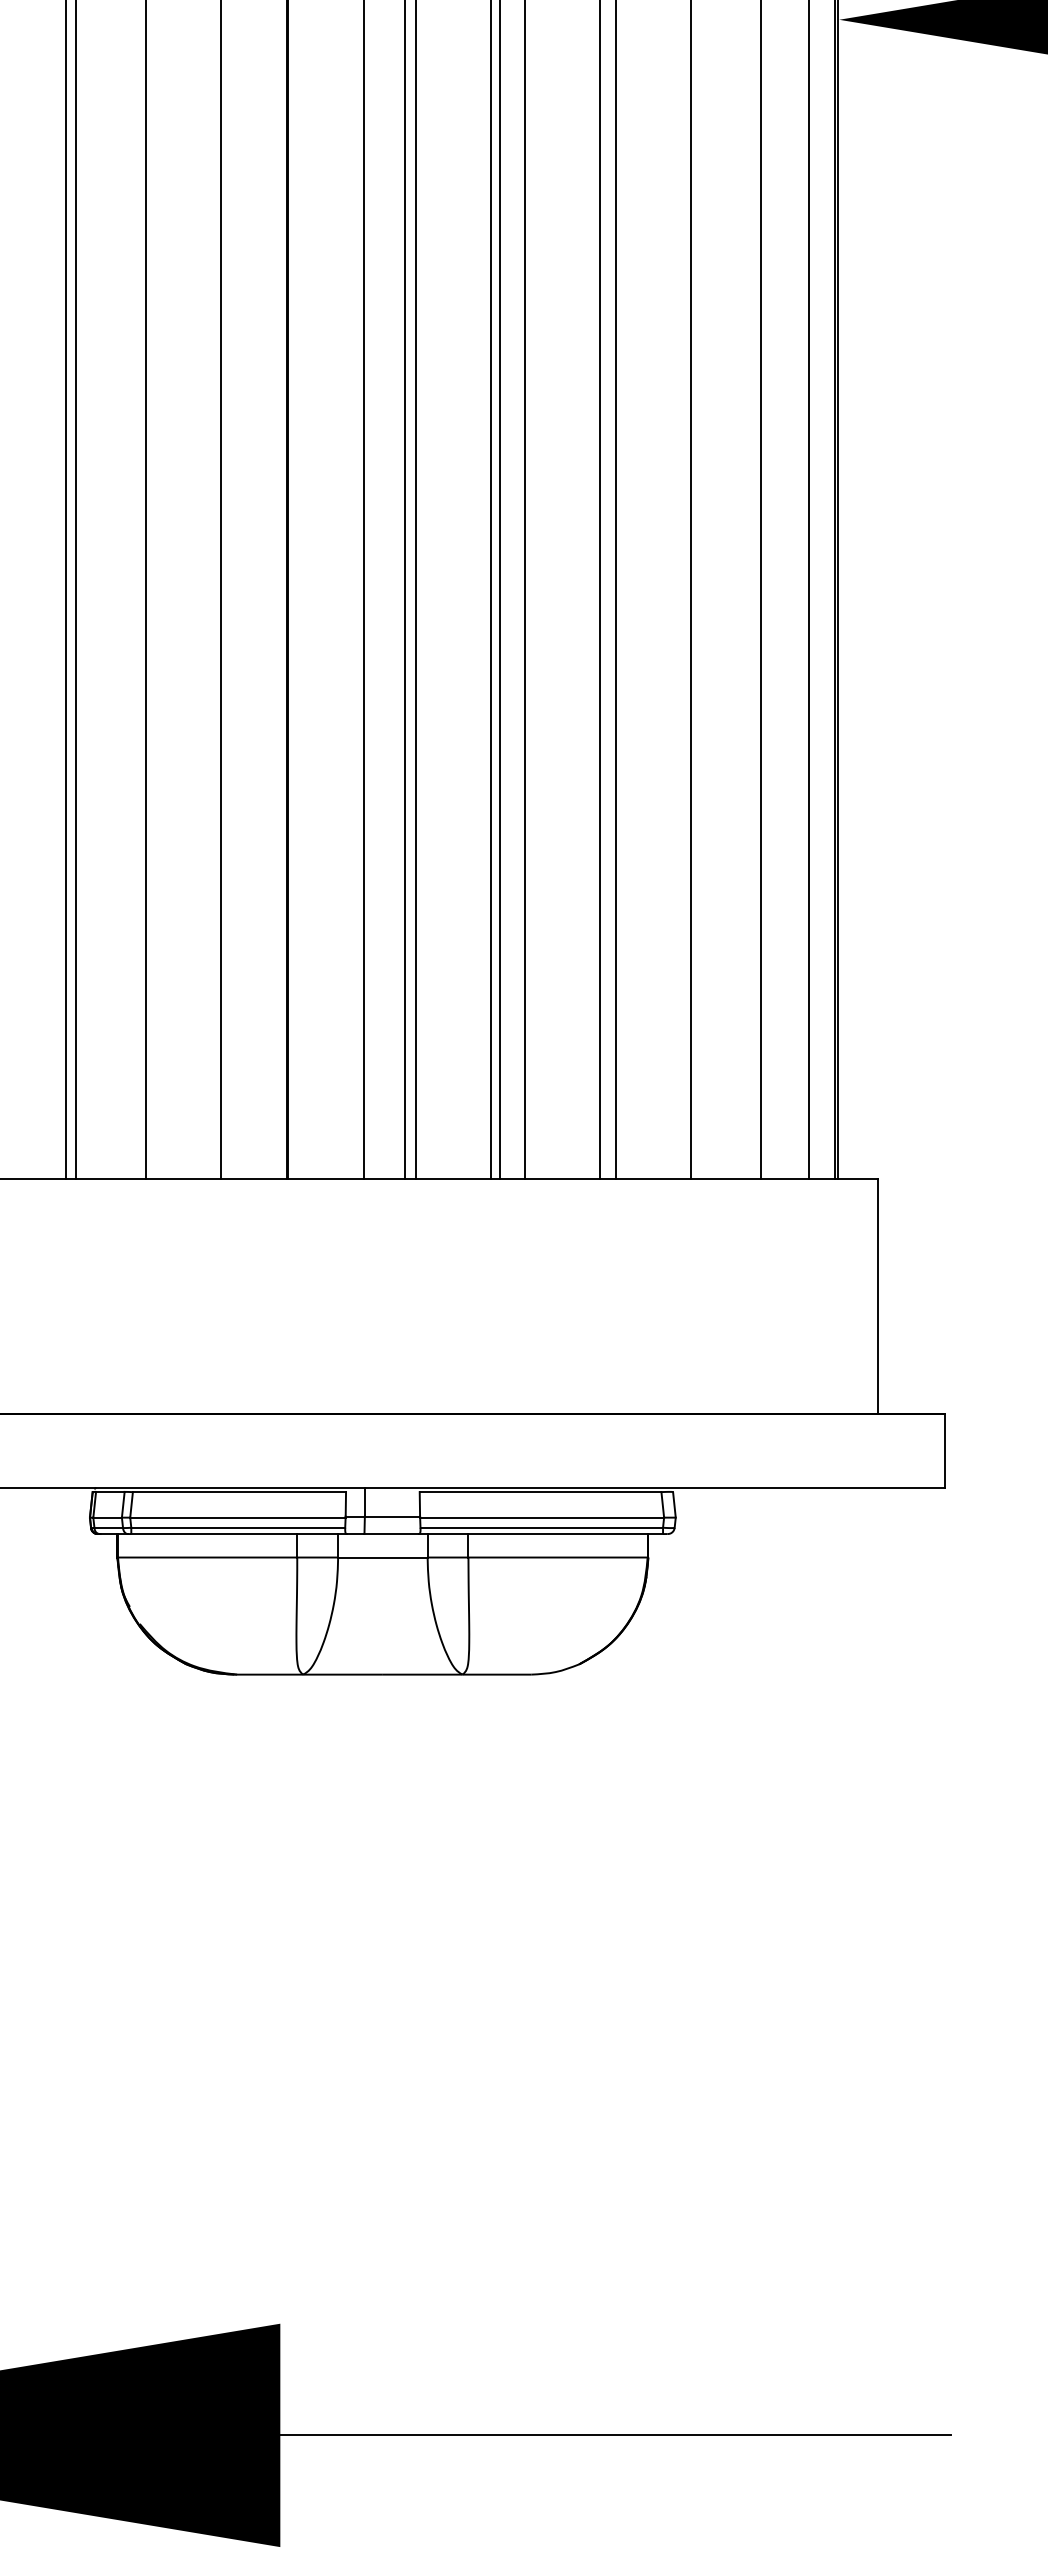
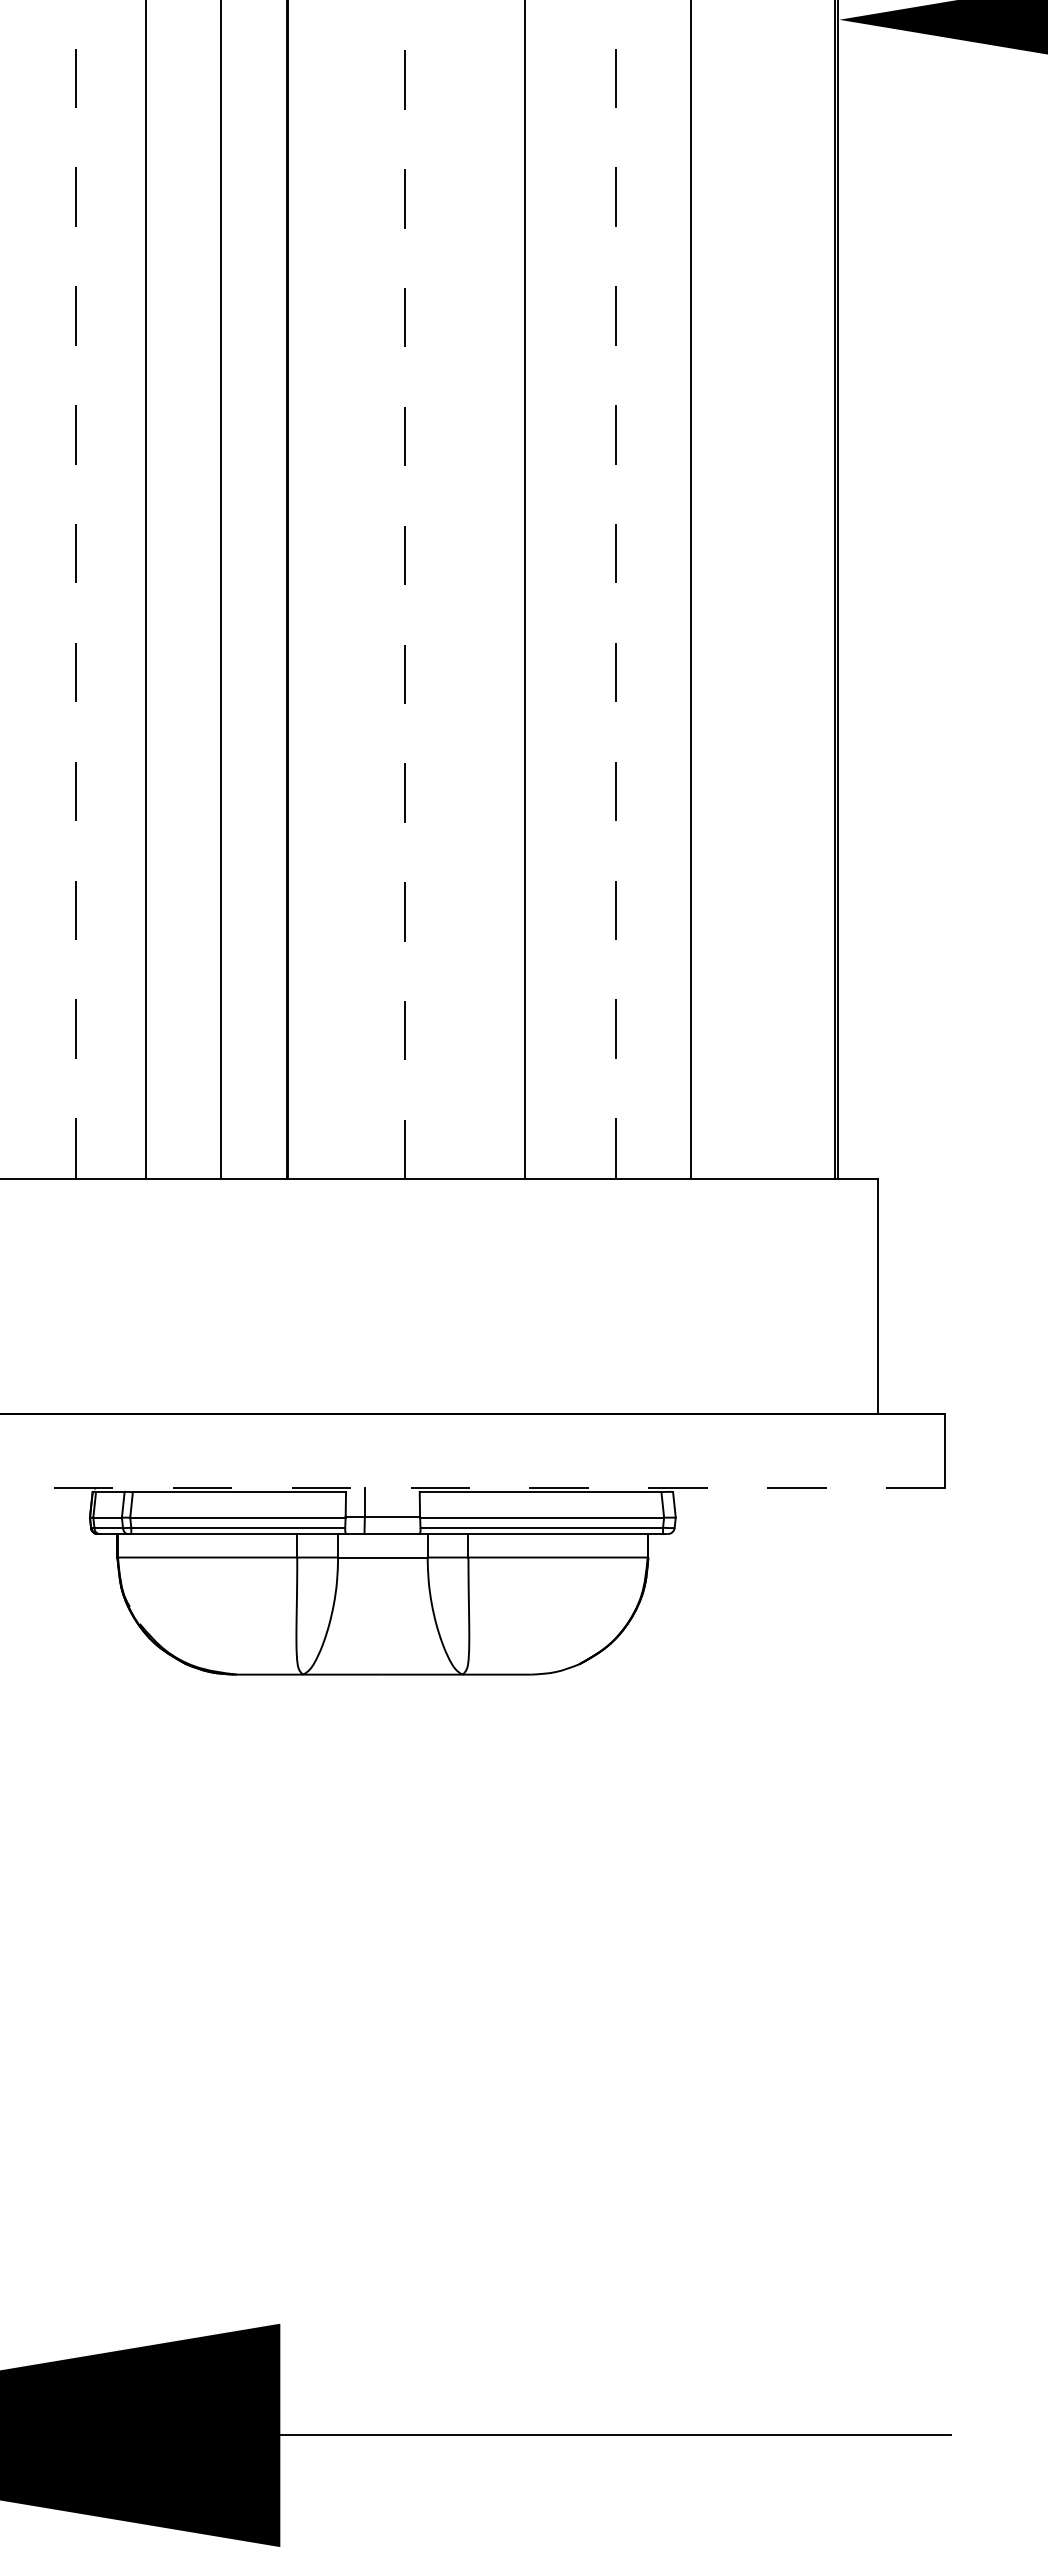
line at (404, 589): solid -> dashed
line at (66, 590): present -> none
line at (76, 590): solid -> dashed
line at (363, 590): present -> none
line at (415, 590): present -> none
line at (490, 590): present -> none
line at (500, 590): present -> none
line at (600, 590): present -> none
line at (615, 590): solid -> dashed
line at (760, 590): present -> none
line at (809, 590): present -> none
line at (472, 1487): solid -> dashed
